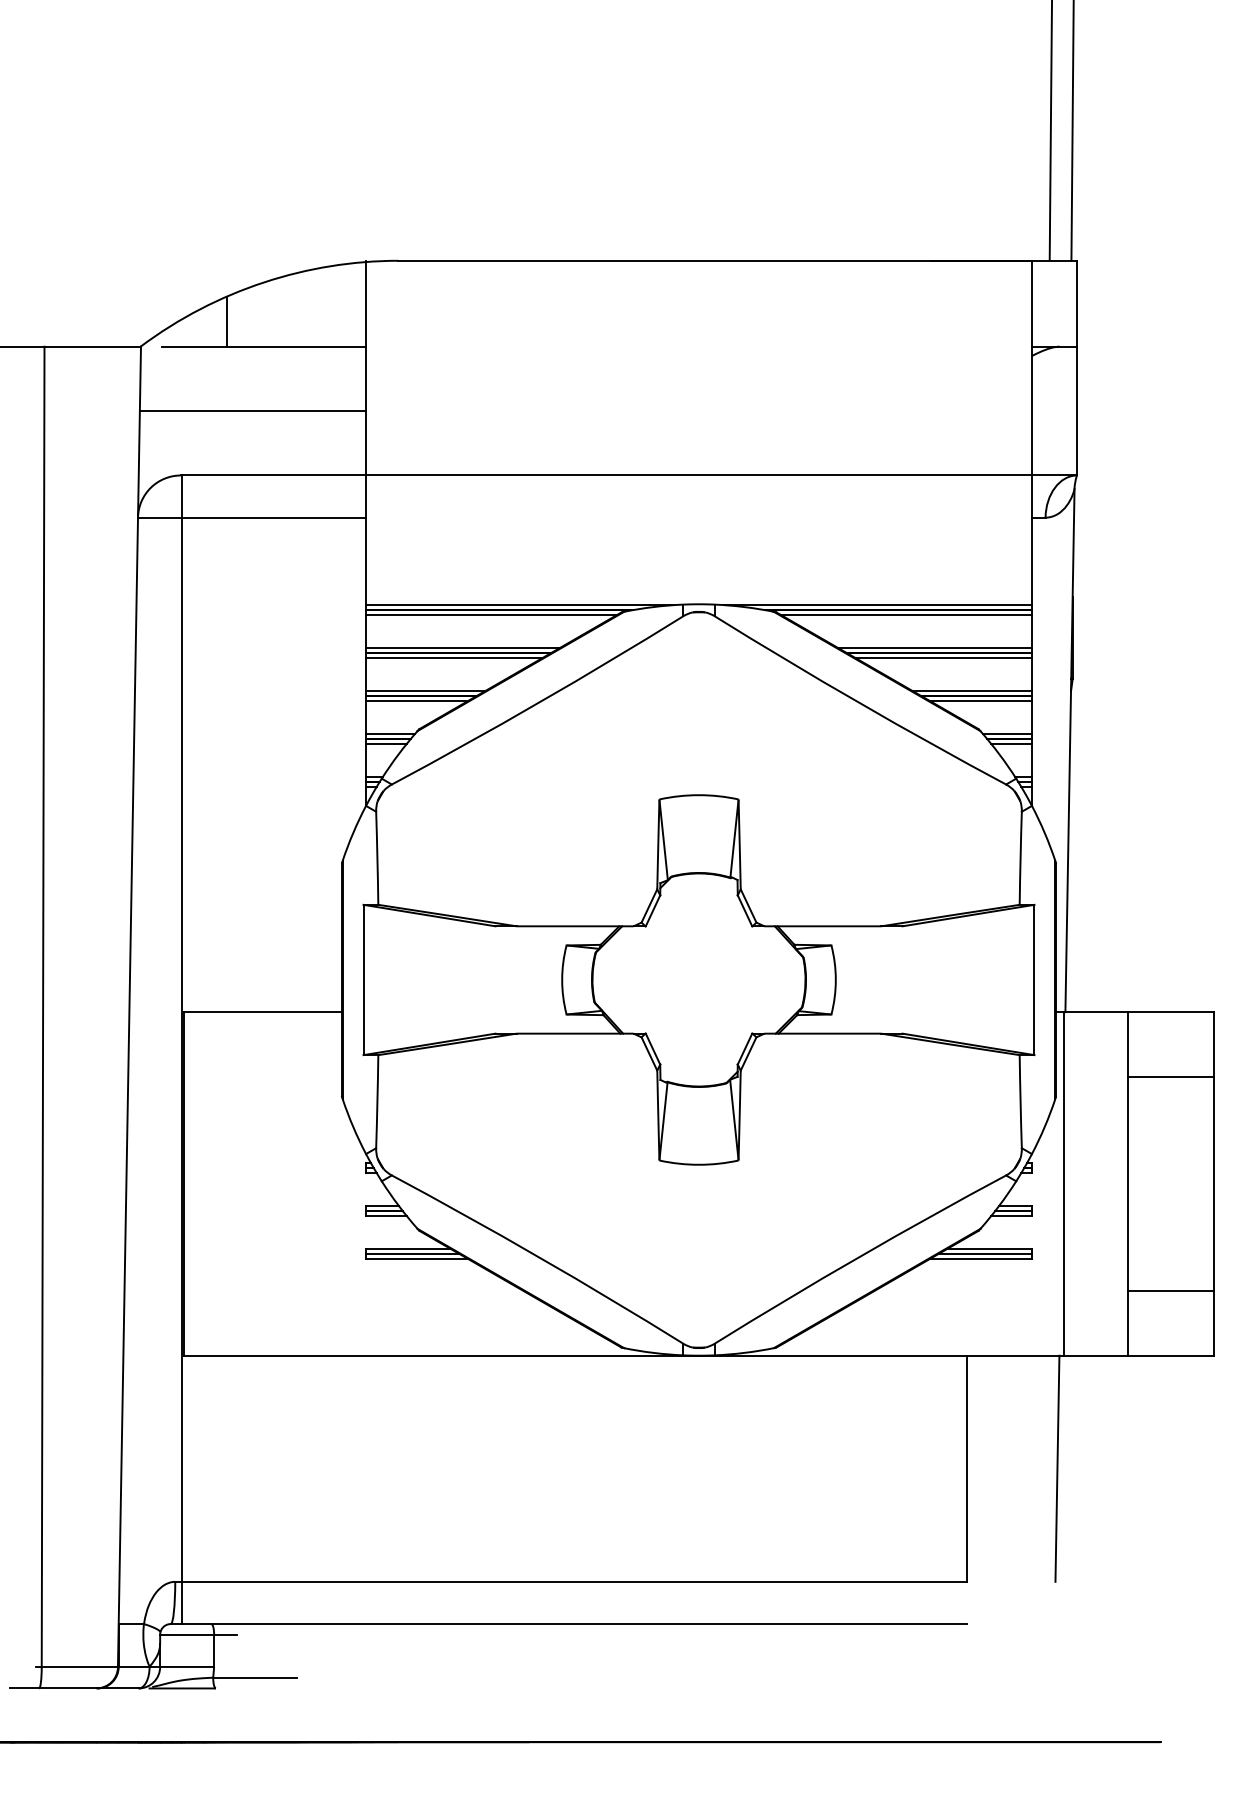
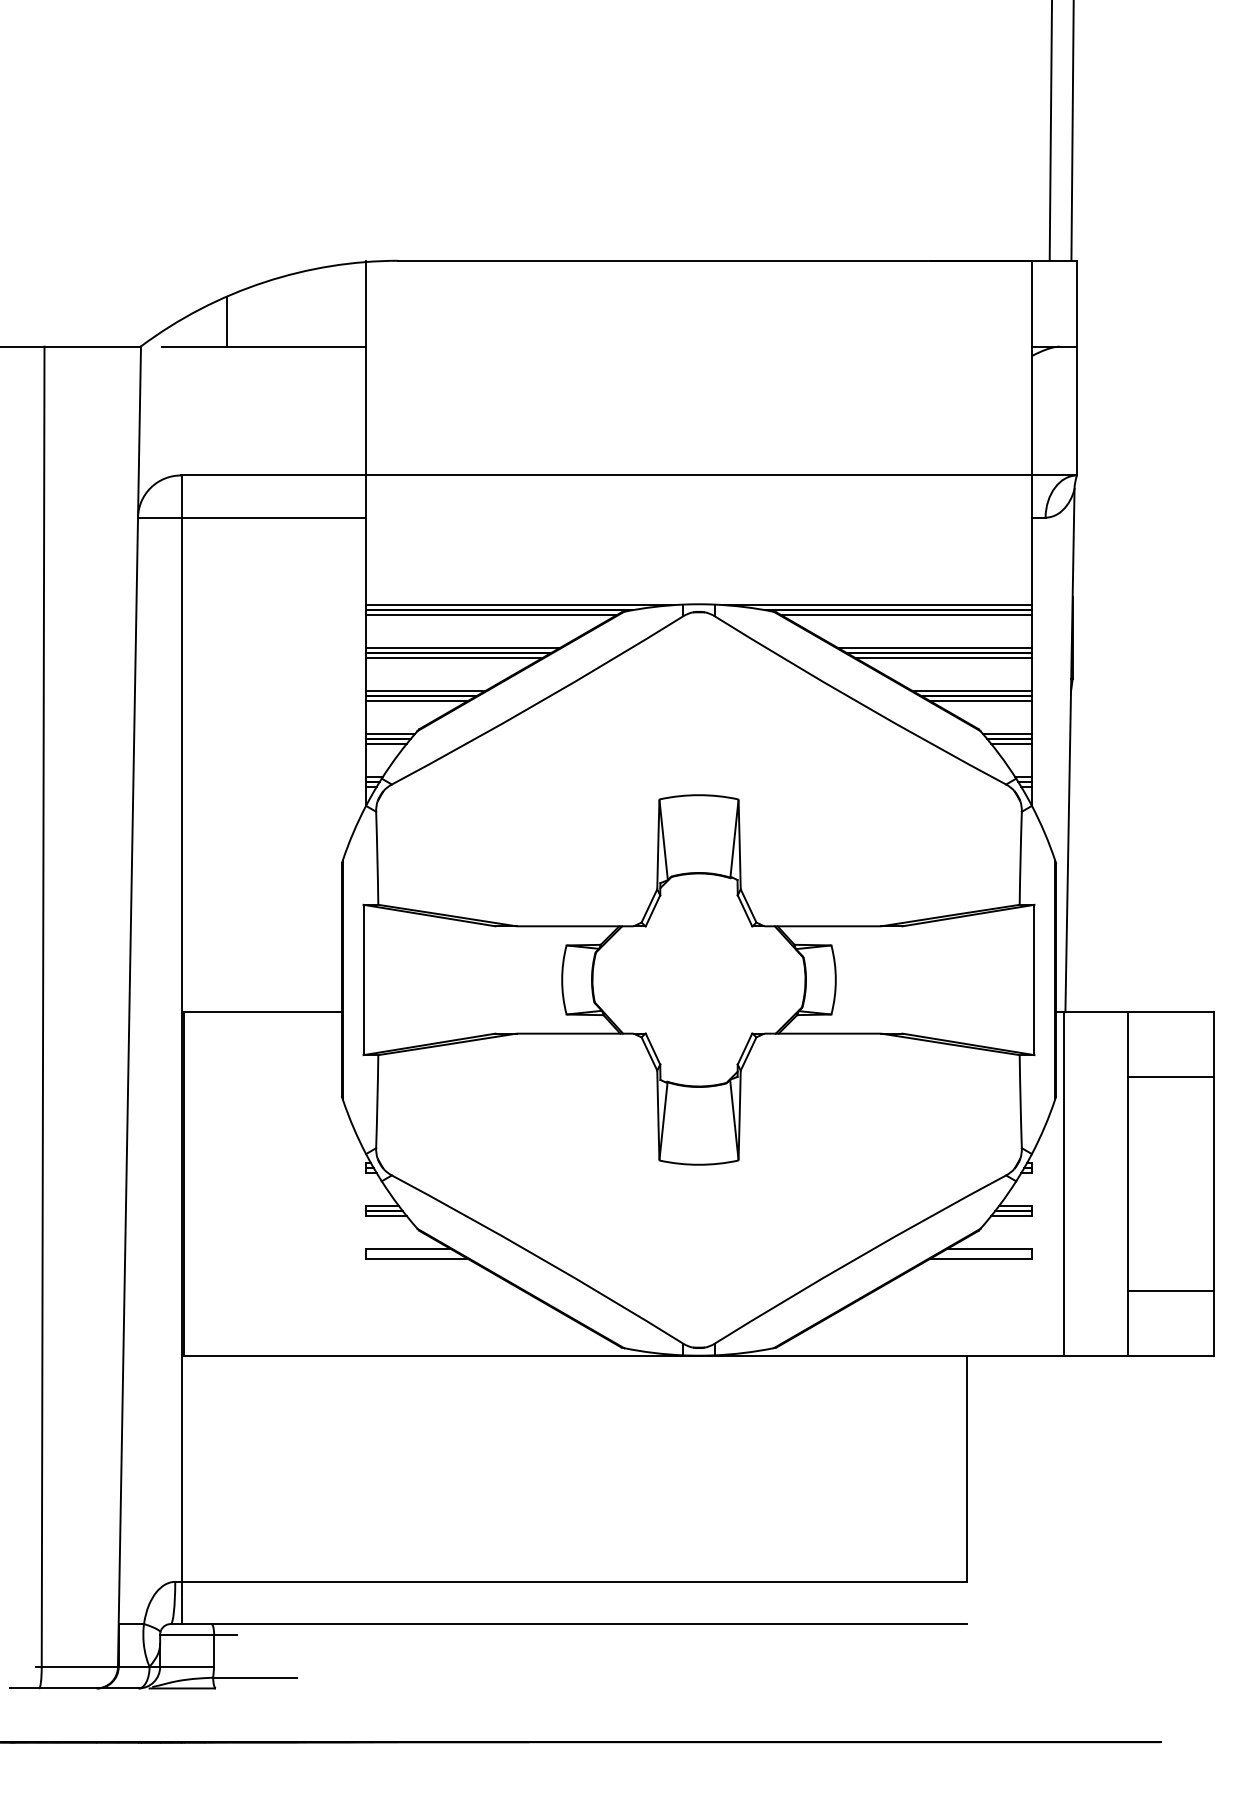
line at (252, 411): present -> none
line at (412, 1254): present -> none
line at (984, 1254): present -> none
line at (1057, 1468): present -> none
